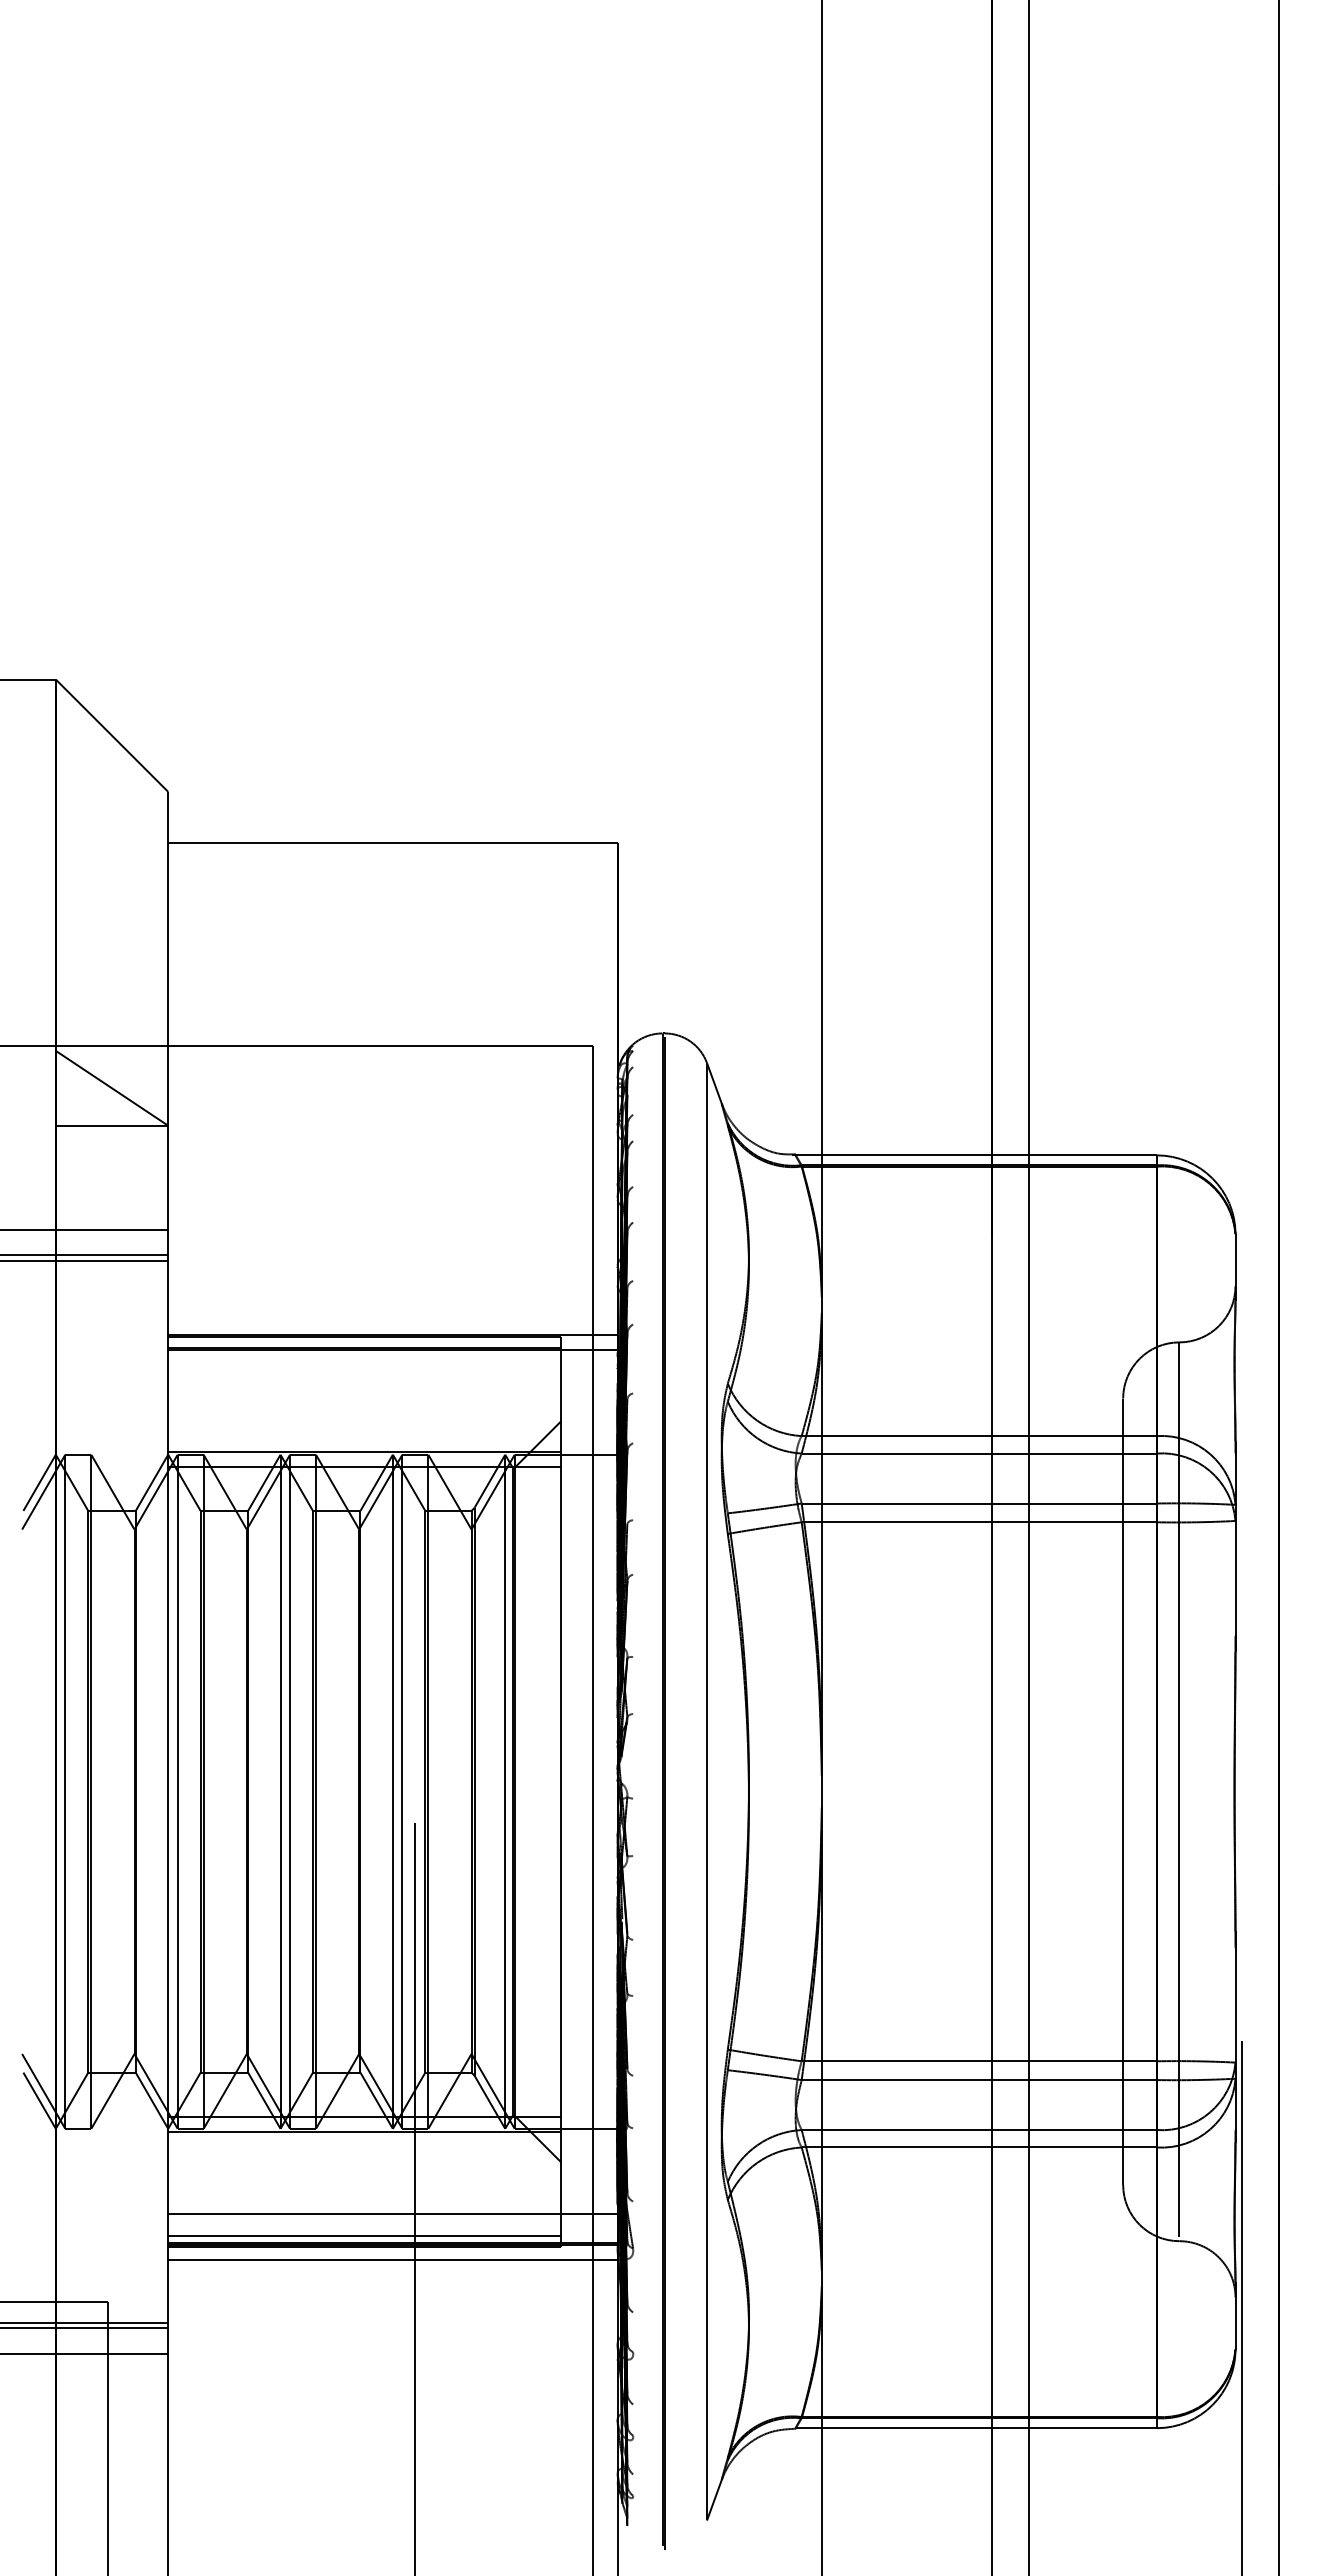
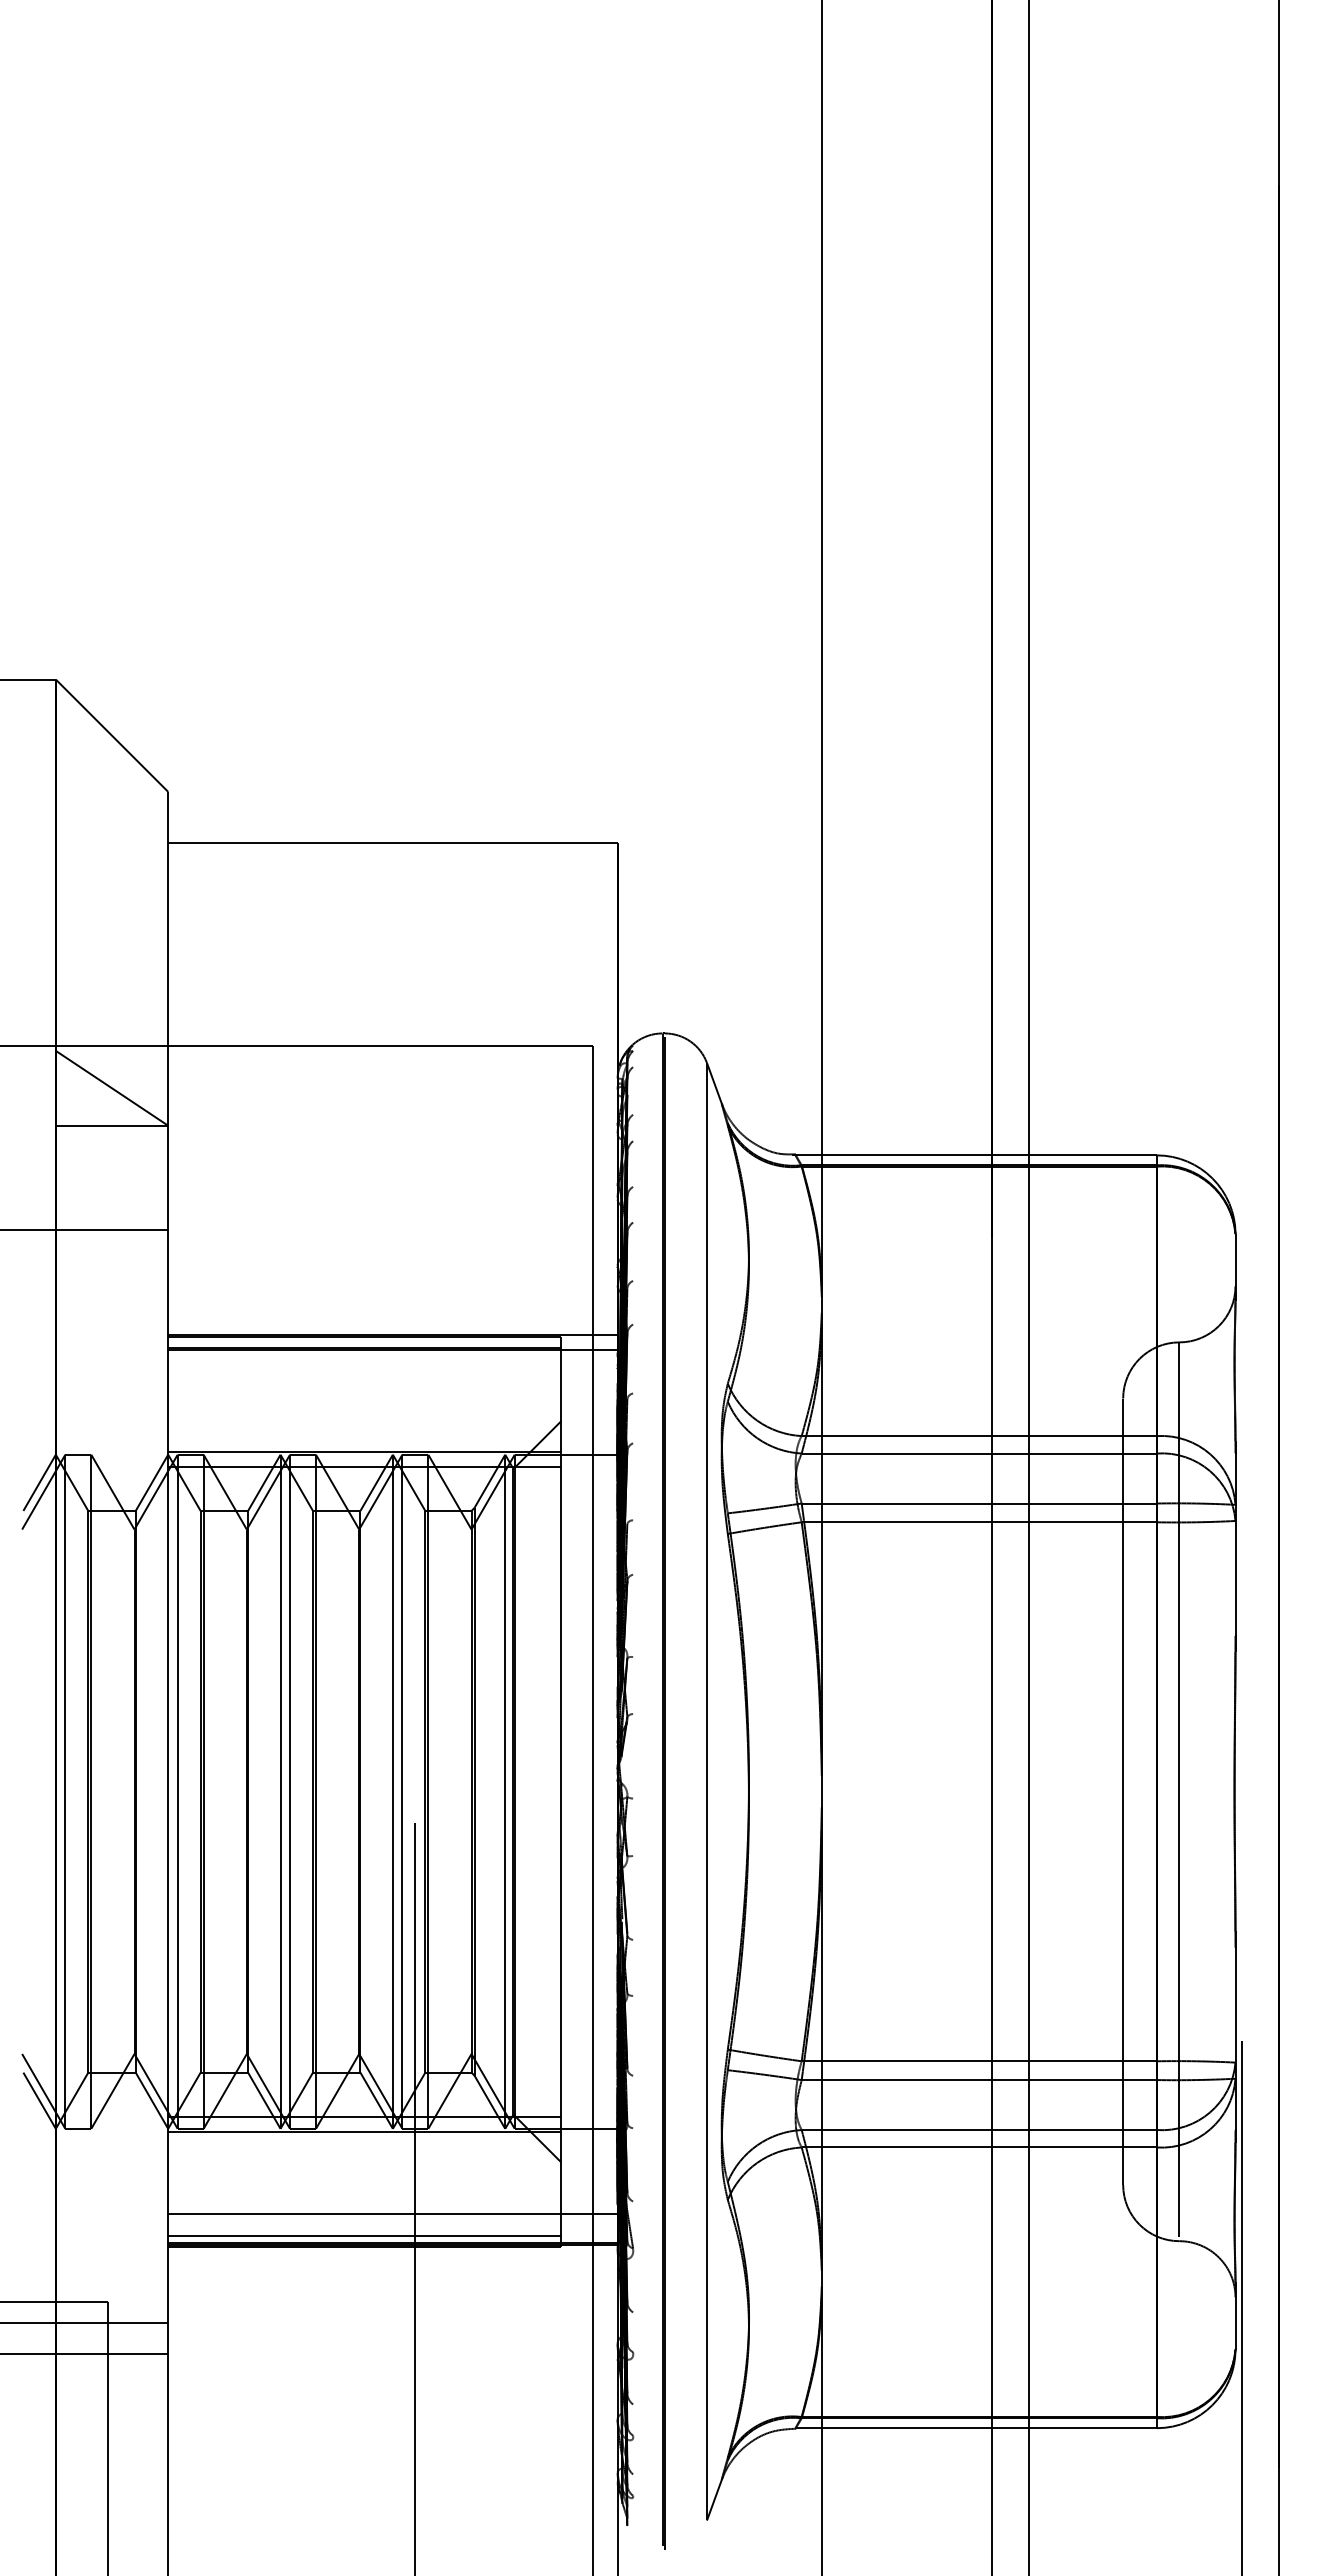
line at (85, 1255): present -> none
line at (85, 1260): present -> none
line at (392, 2260): present -> none
line at (85, 2328): present -> none
